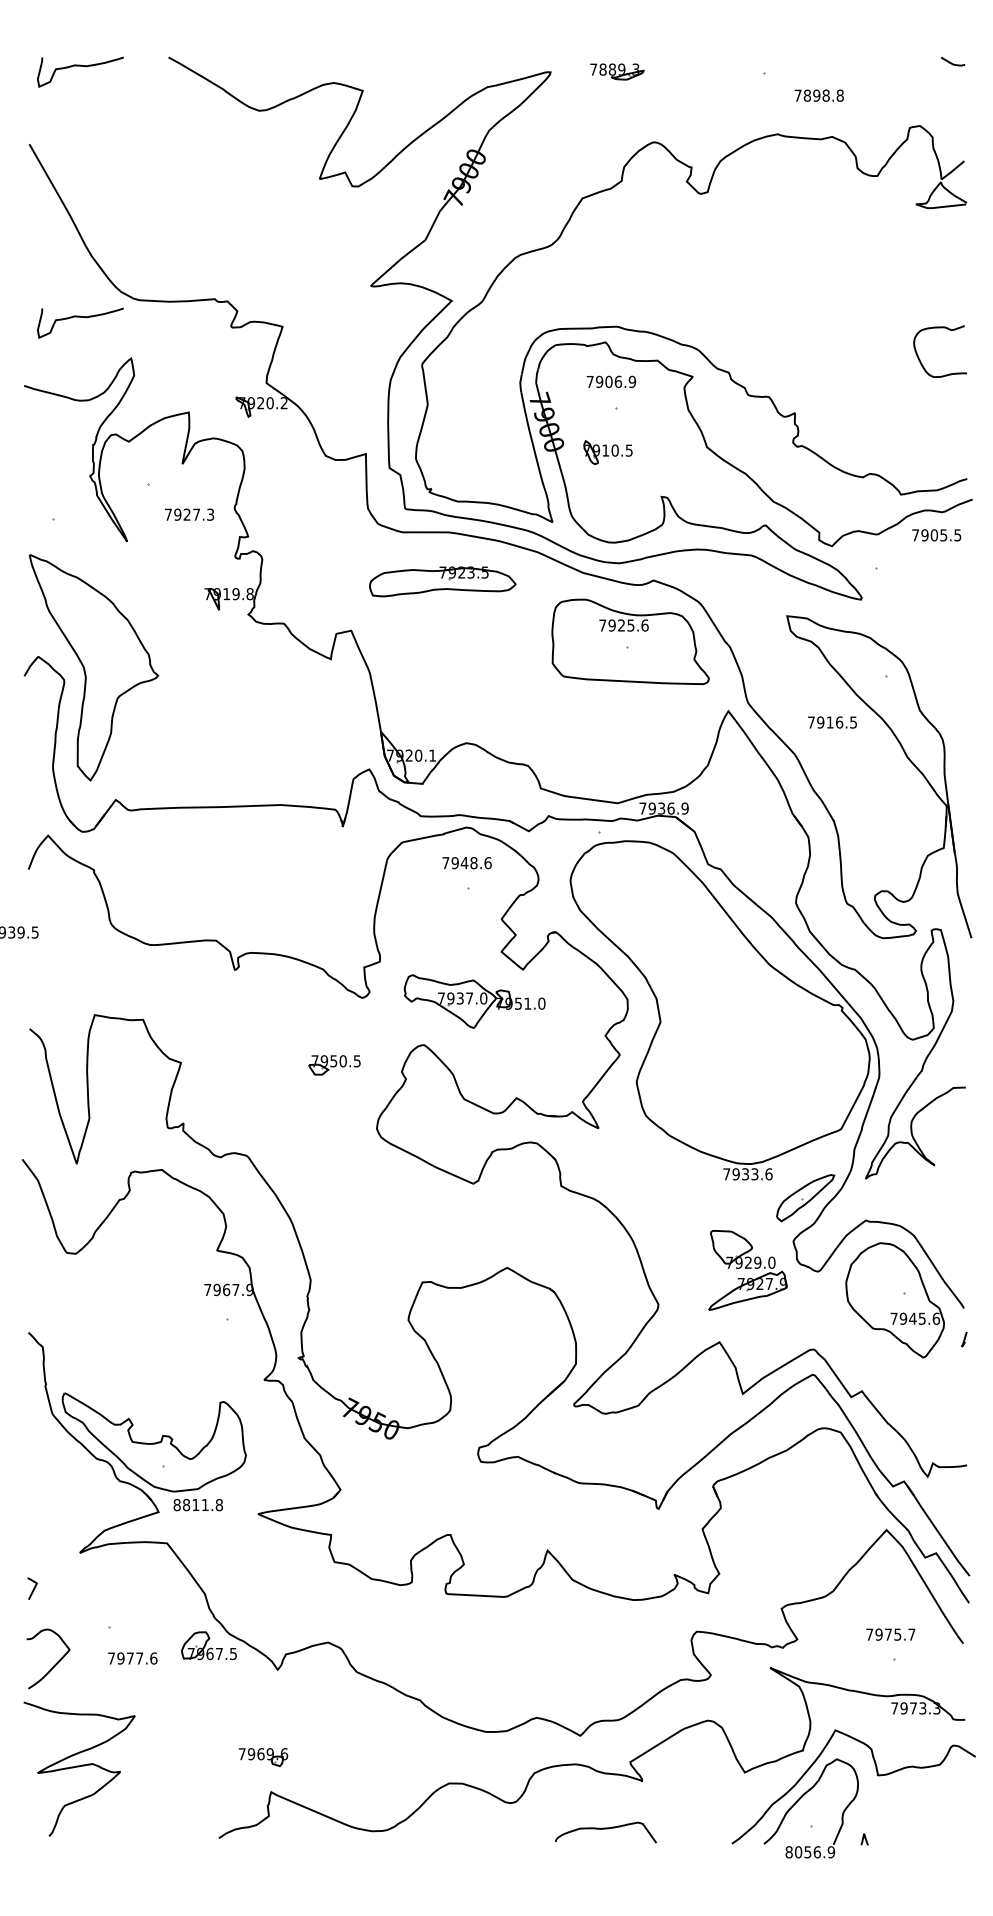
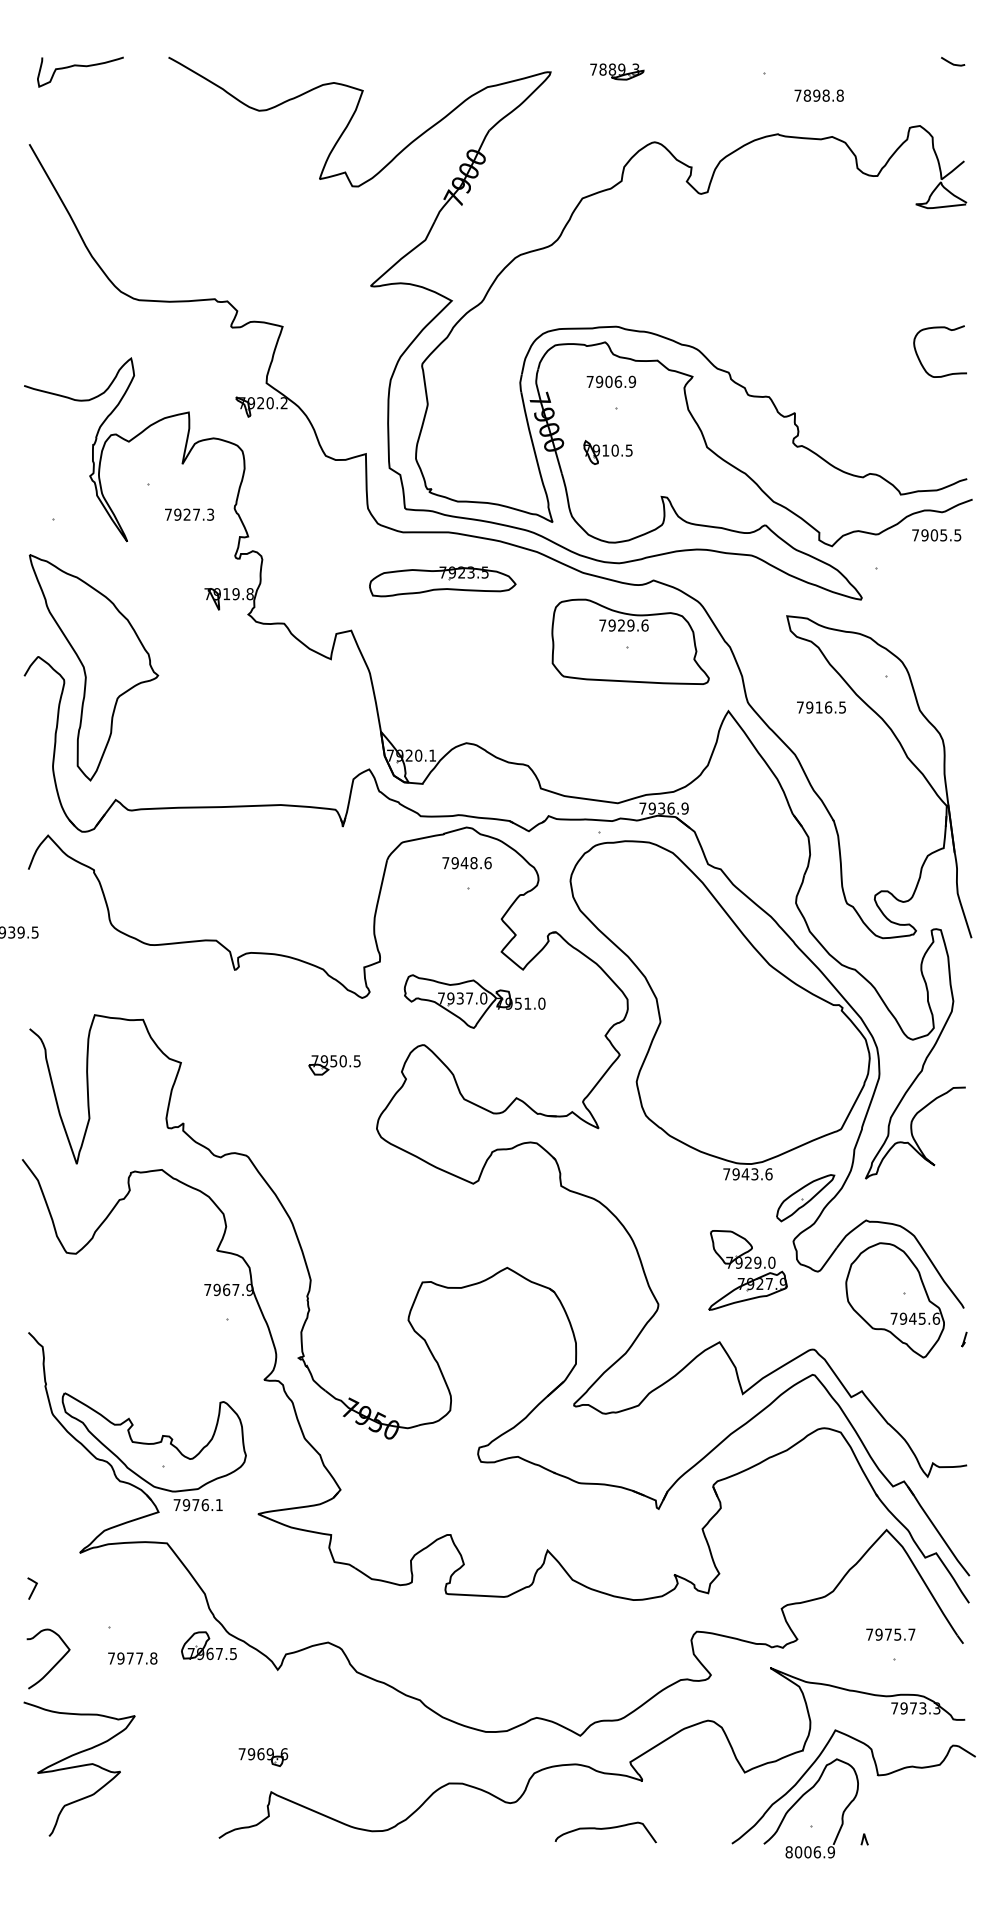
curve at (80, 317): present -> none
text at (630, 625): 7925.6 -> 7929.6
text at (832, 722) position: (832, 722) -> (821, 707)
text at (745, 1174): 7933.6 -> 7943.6
text at (197, 1505): 8811.8 -> 7976.1
text at (153, 1658): 7977.6 -> 7977.8
text at (807, 1852): 8056.9 -> 8006.9
